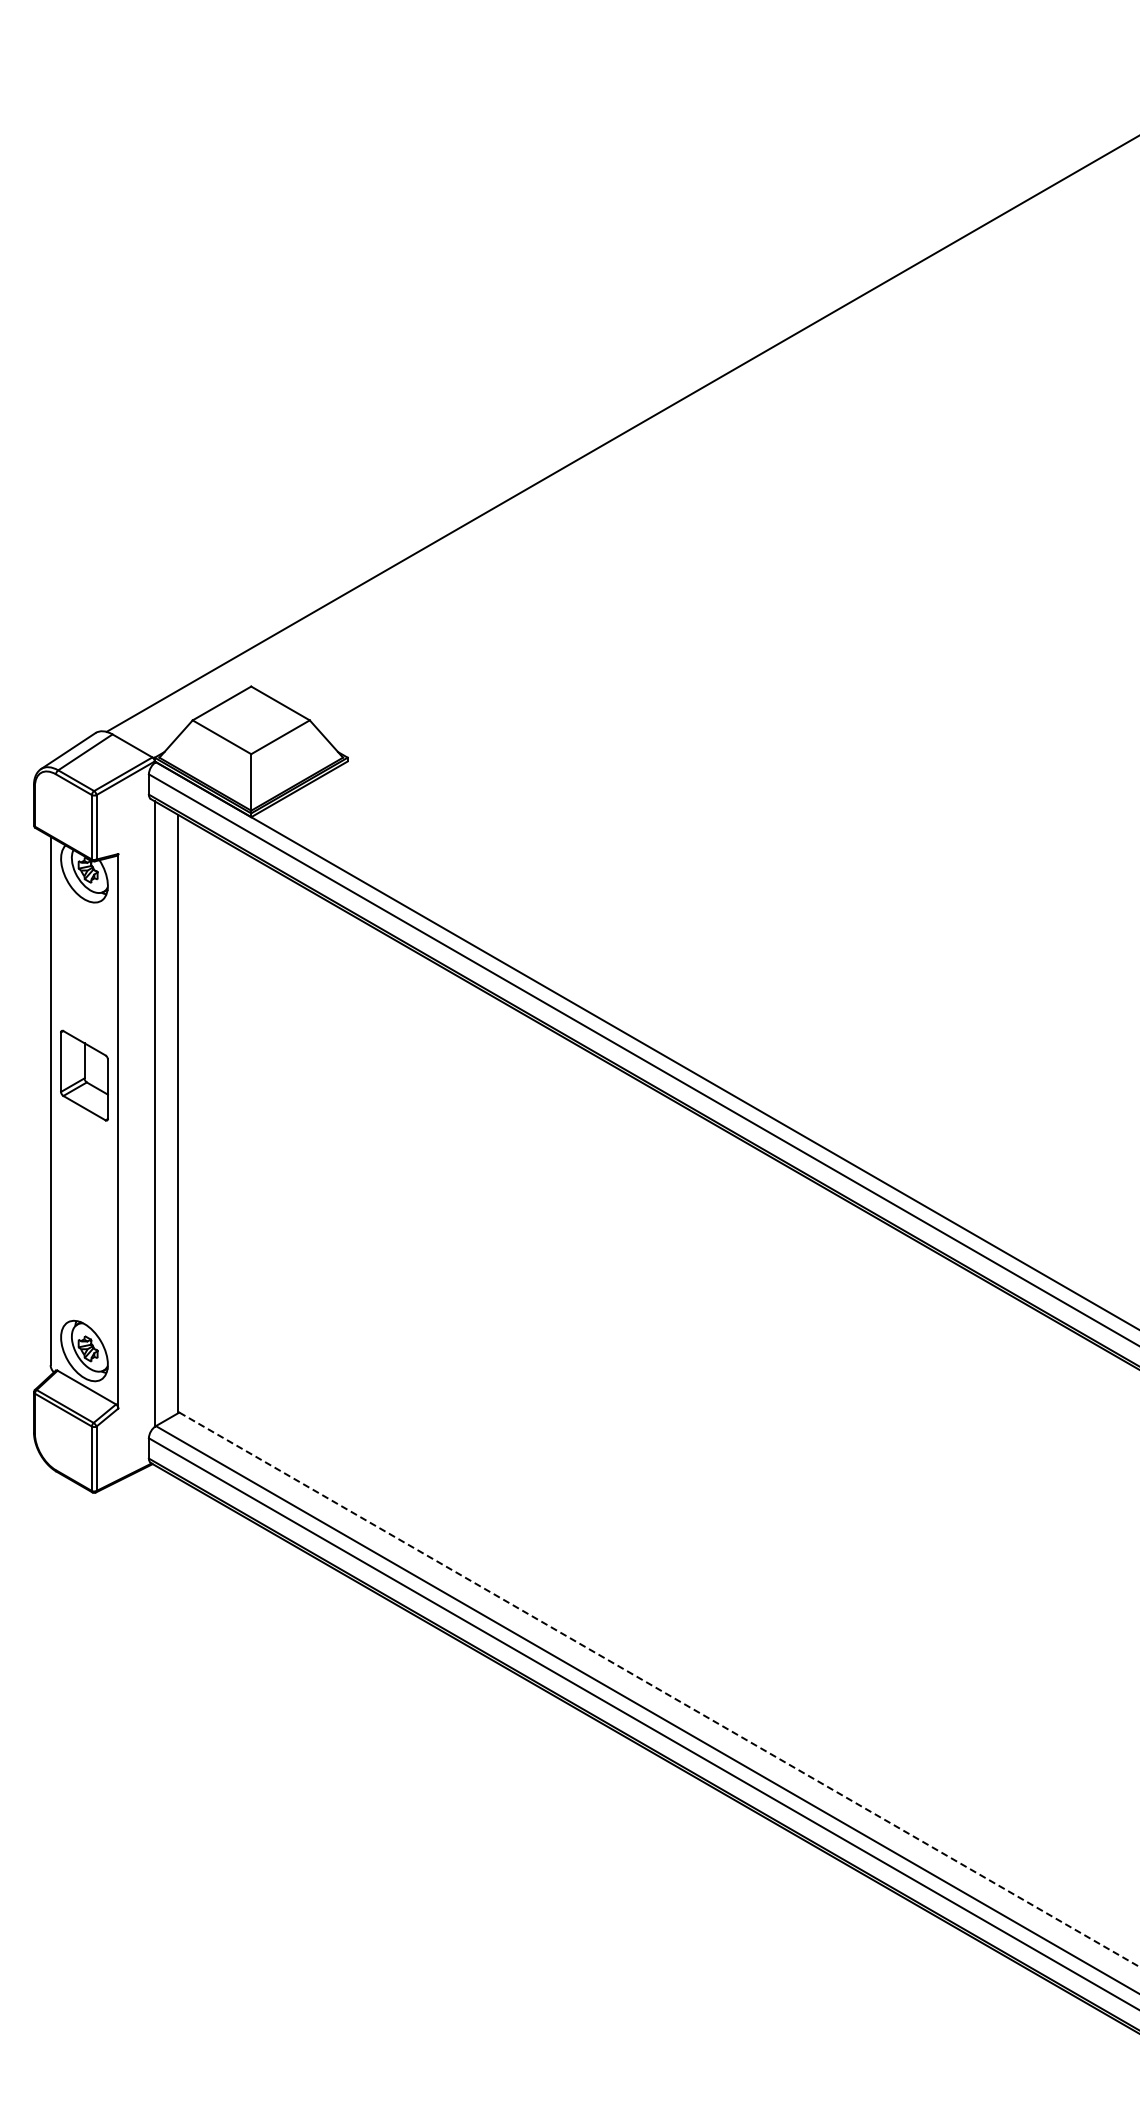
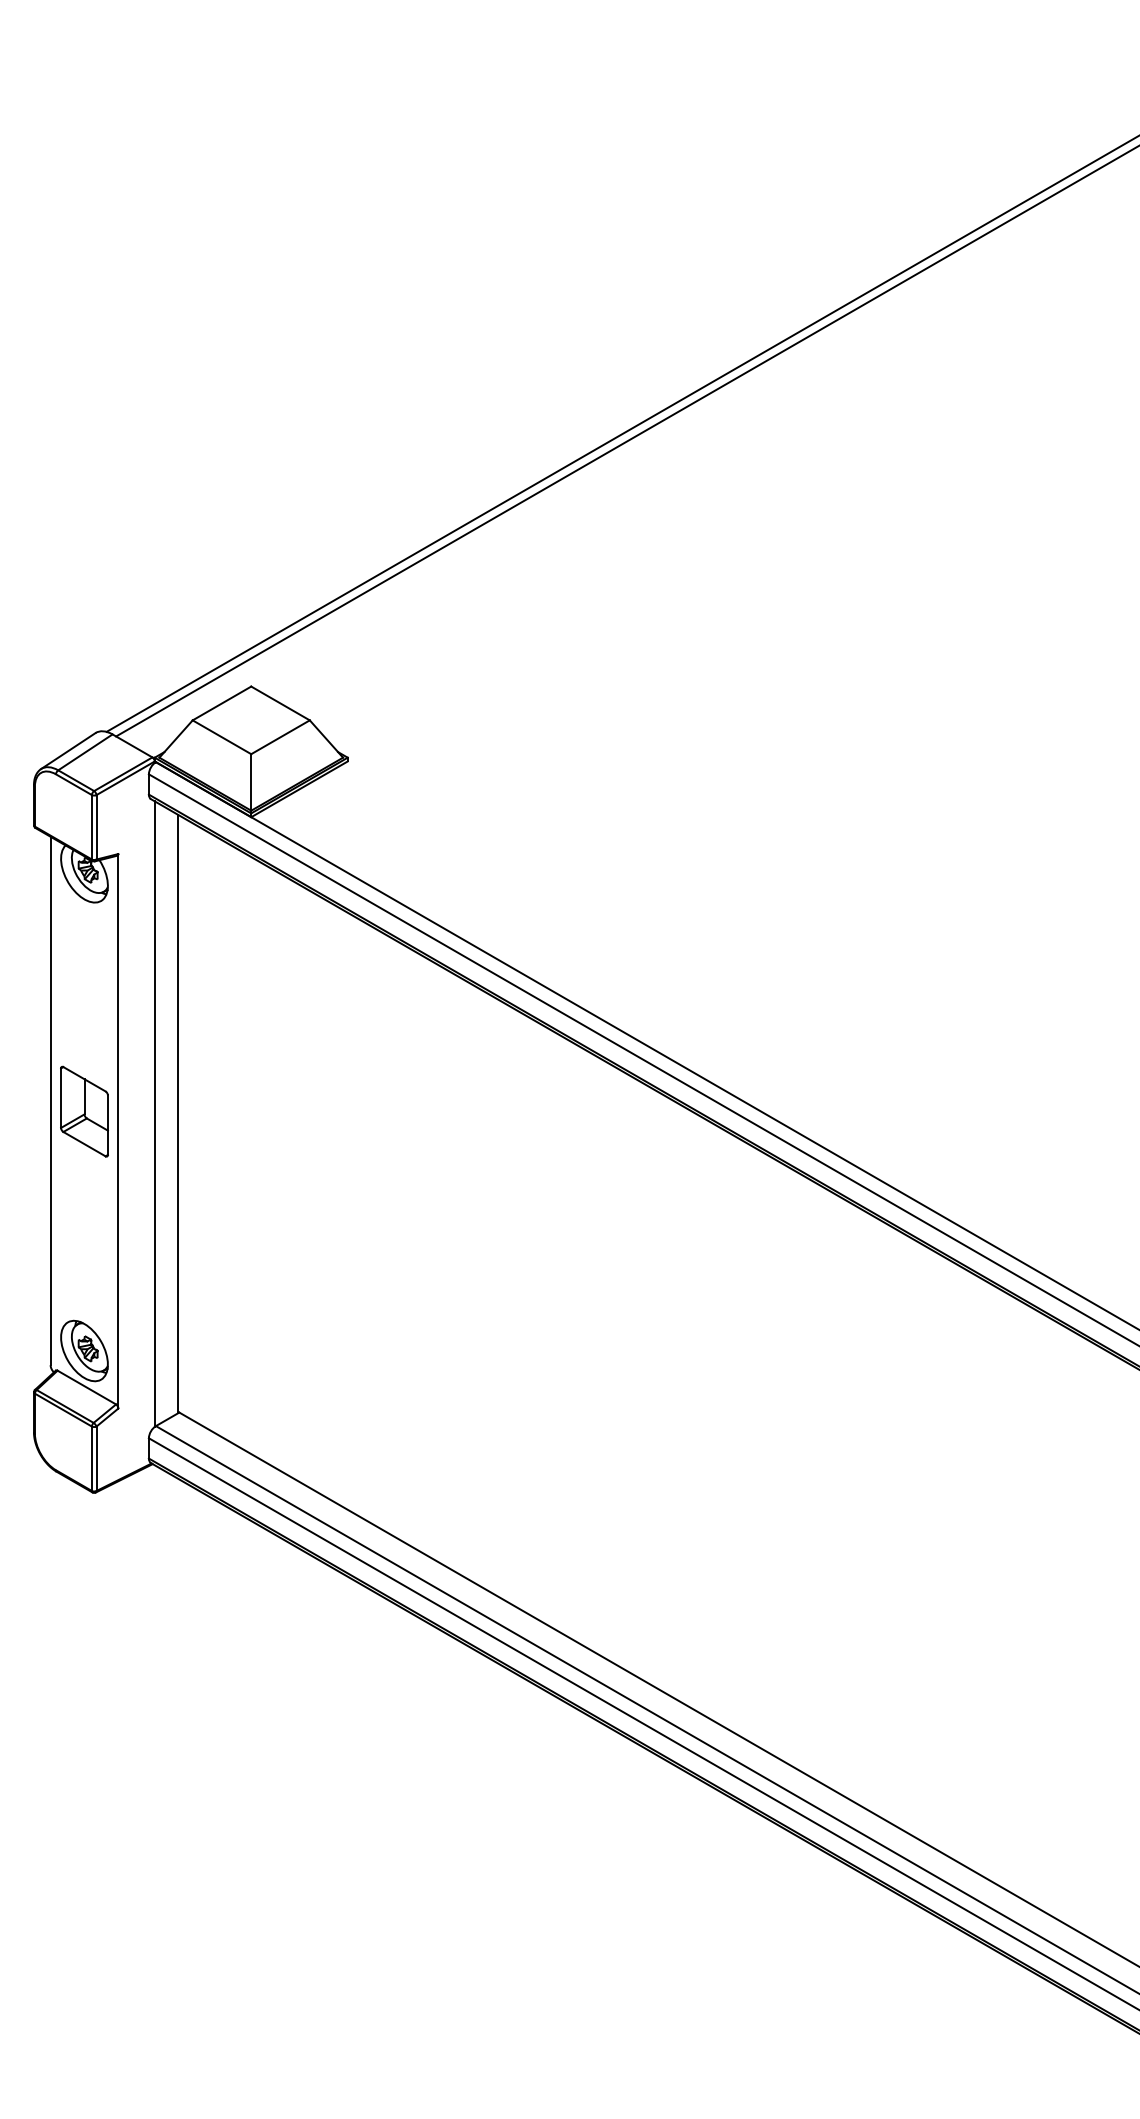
line at (626, 441): none -> present
part at (84, 1075) position: (84, 1075) -> (84, 1111)
line at (659, 1689): dashed -> solid
